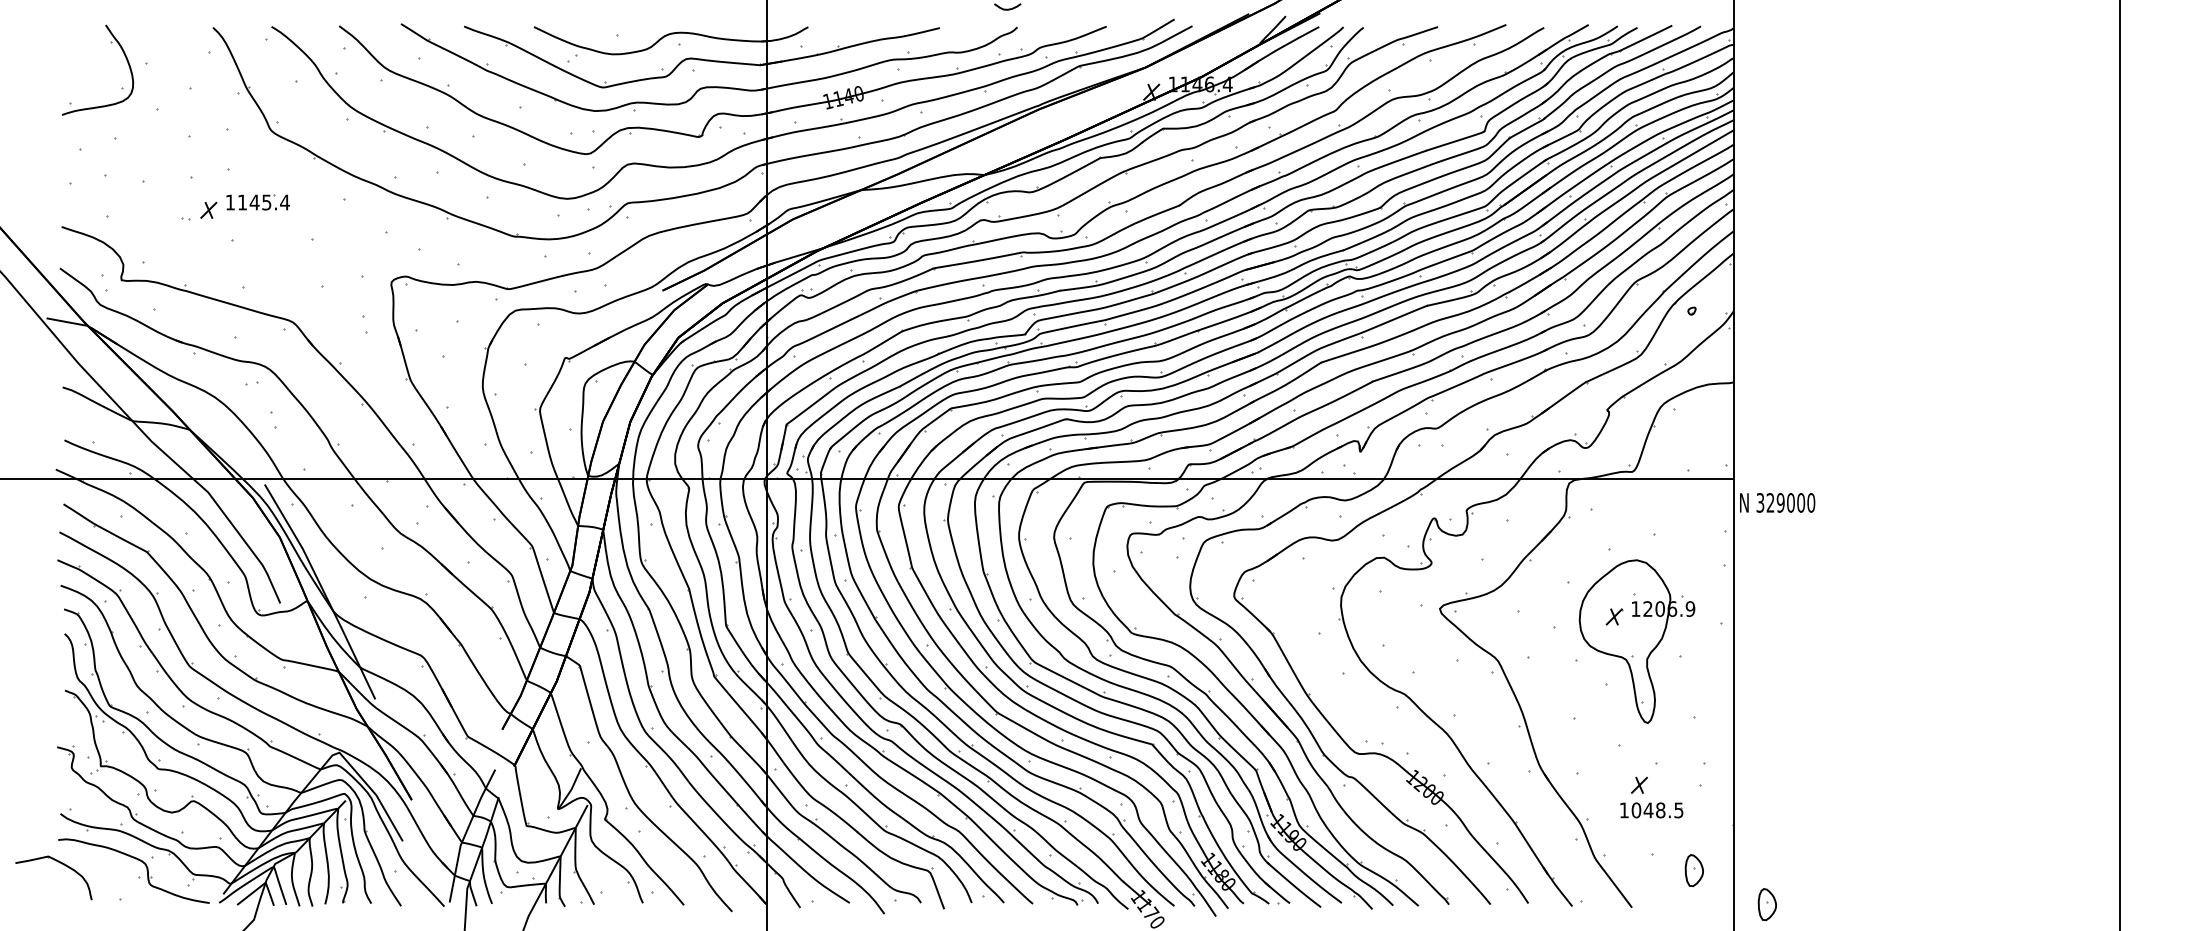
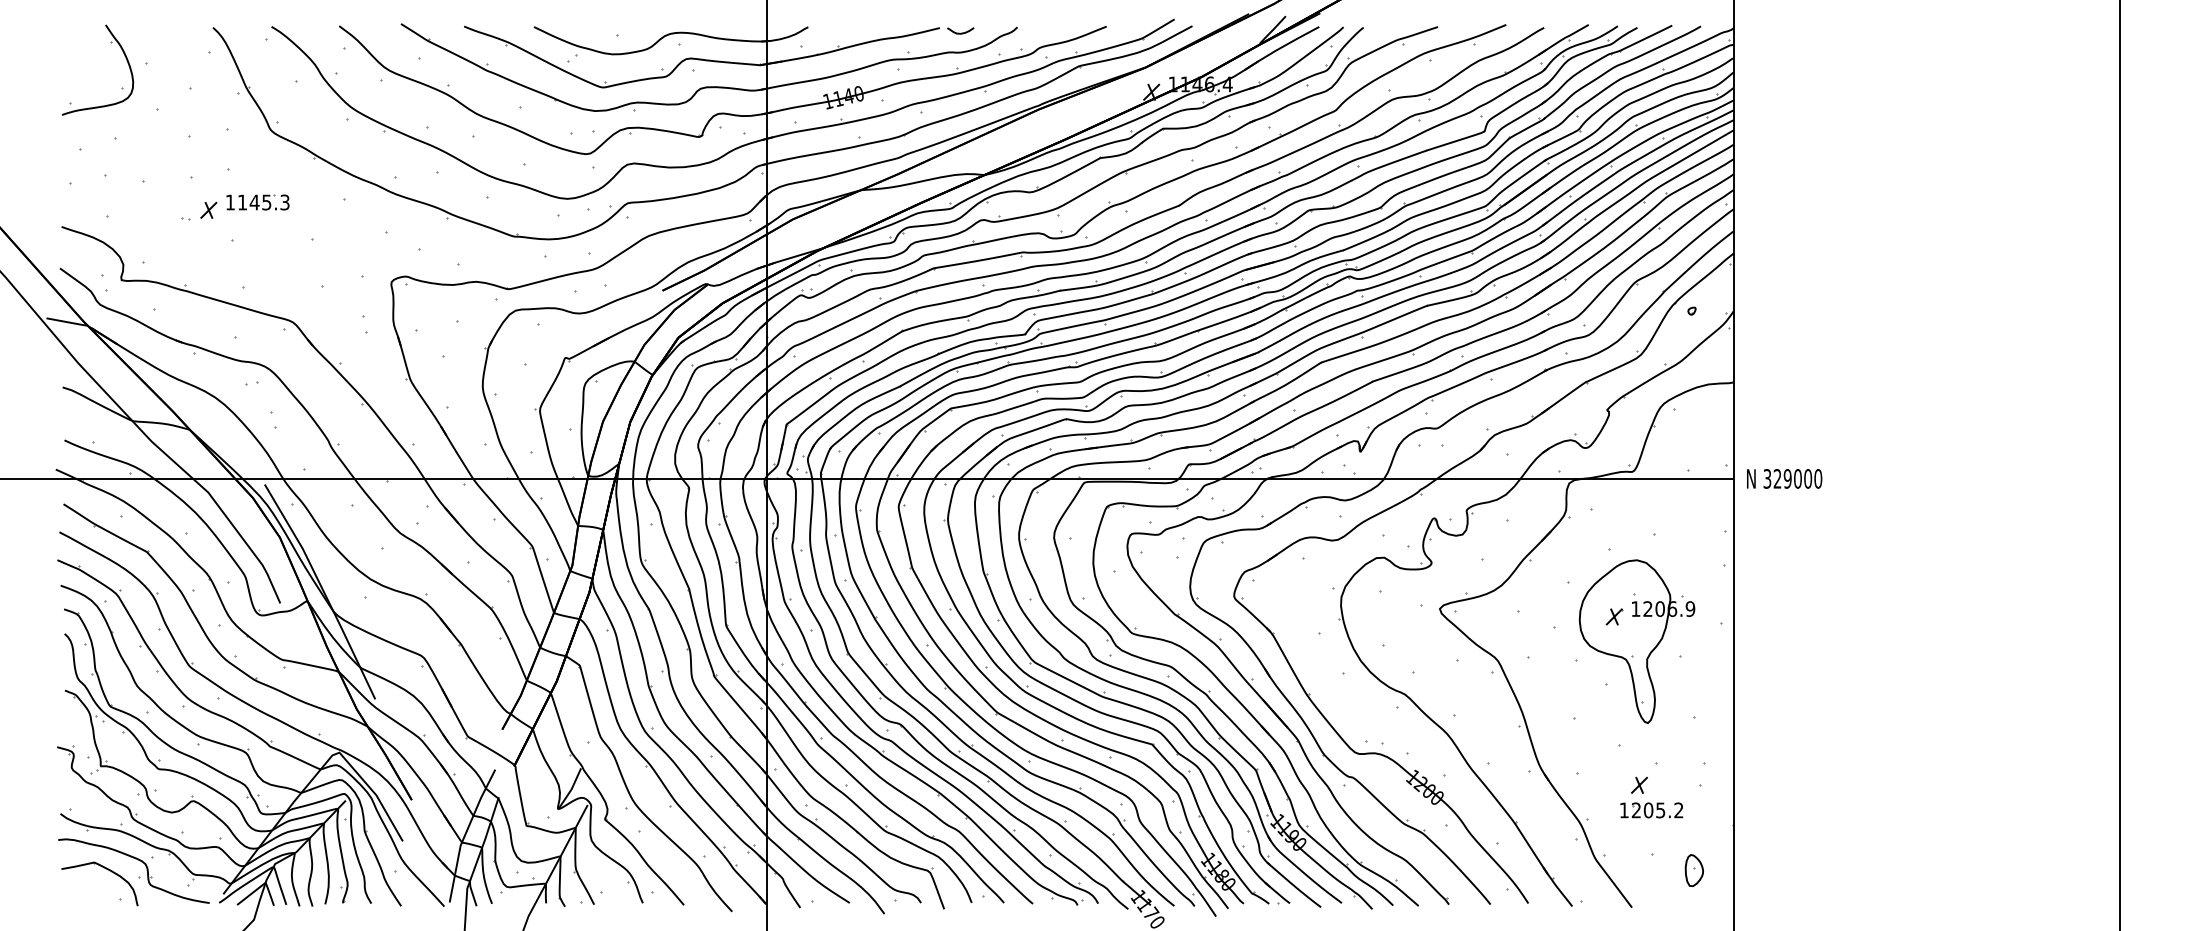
curve at (1007, 8) position: (1007, 8) -> (960, 32)
text at (284, 202): 1145.4 -> 1145.3
text at (1777, 502) position: (1777, 502) -> (1784, 478)
text at (1657, 810): 1048.5 -> 1205.2
part at (61, 864) position: (61, 864) -> (107, 870)
part at (1766, 904): present -> none
